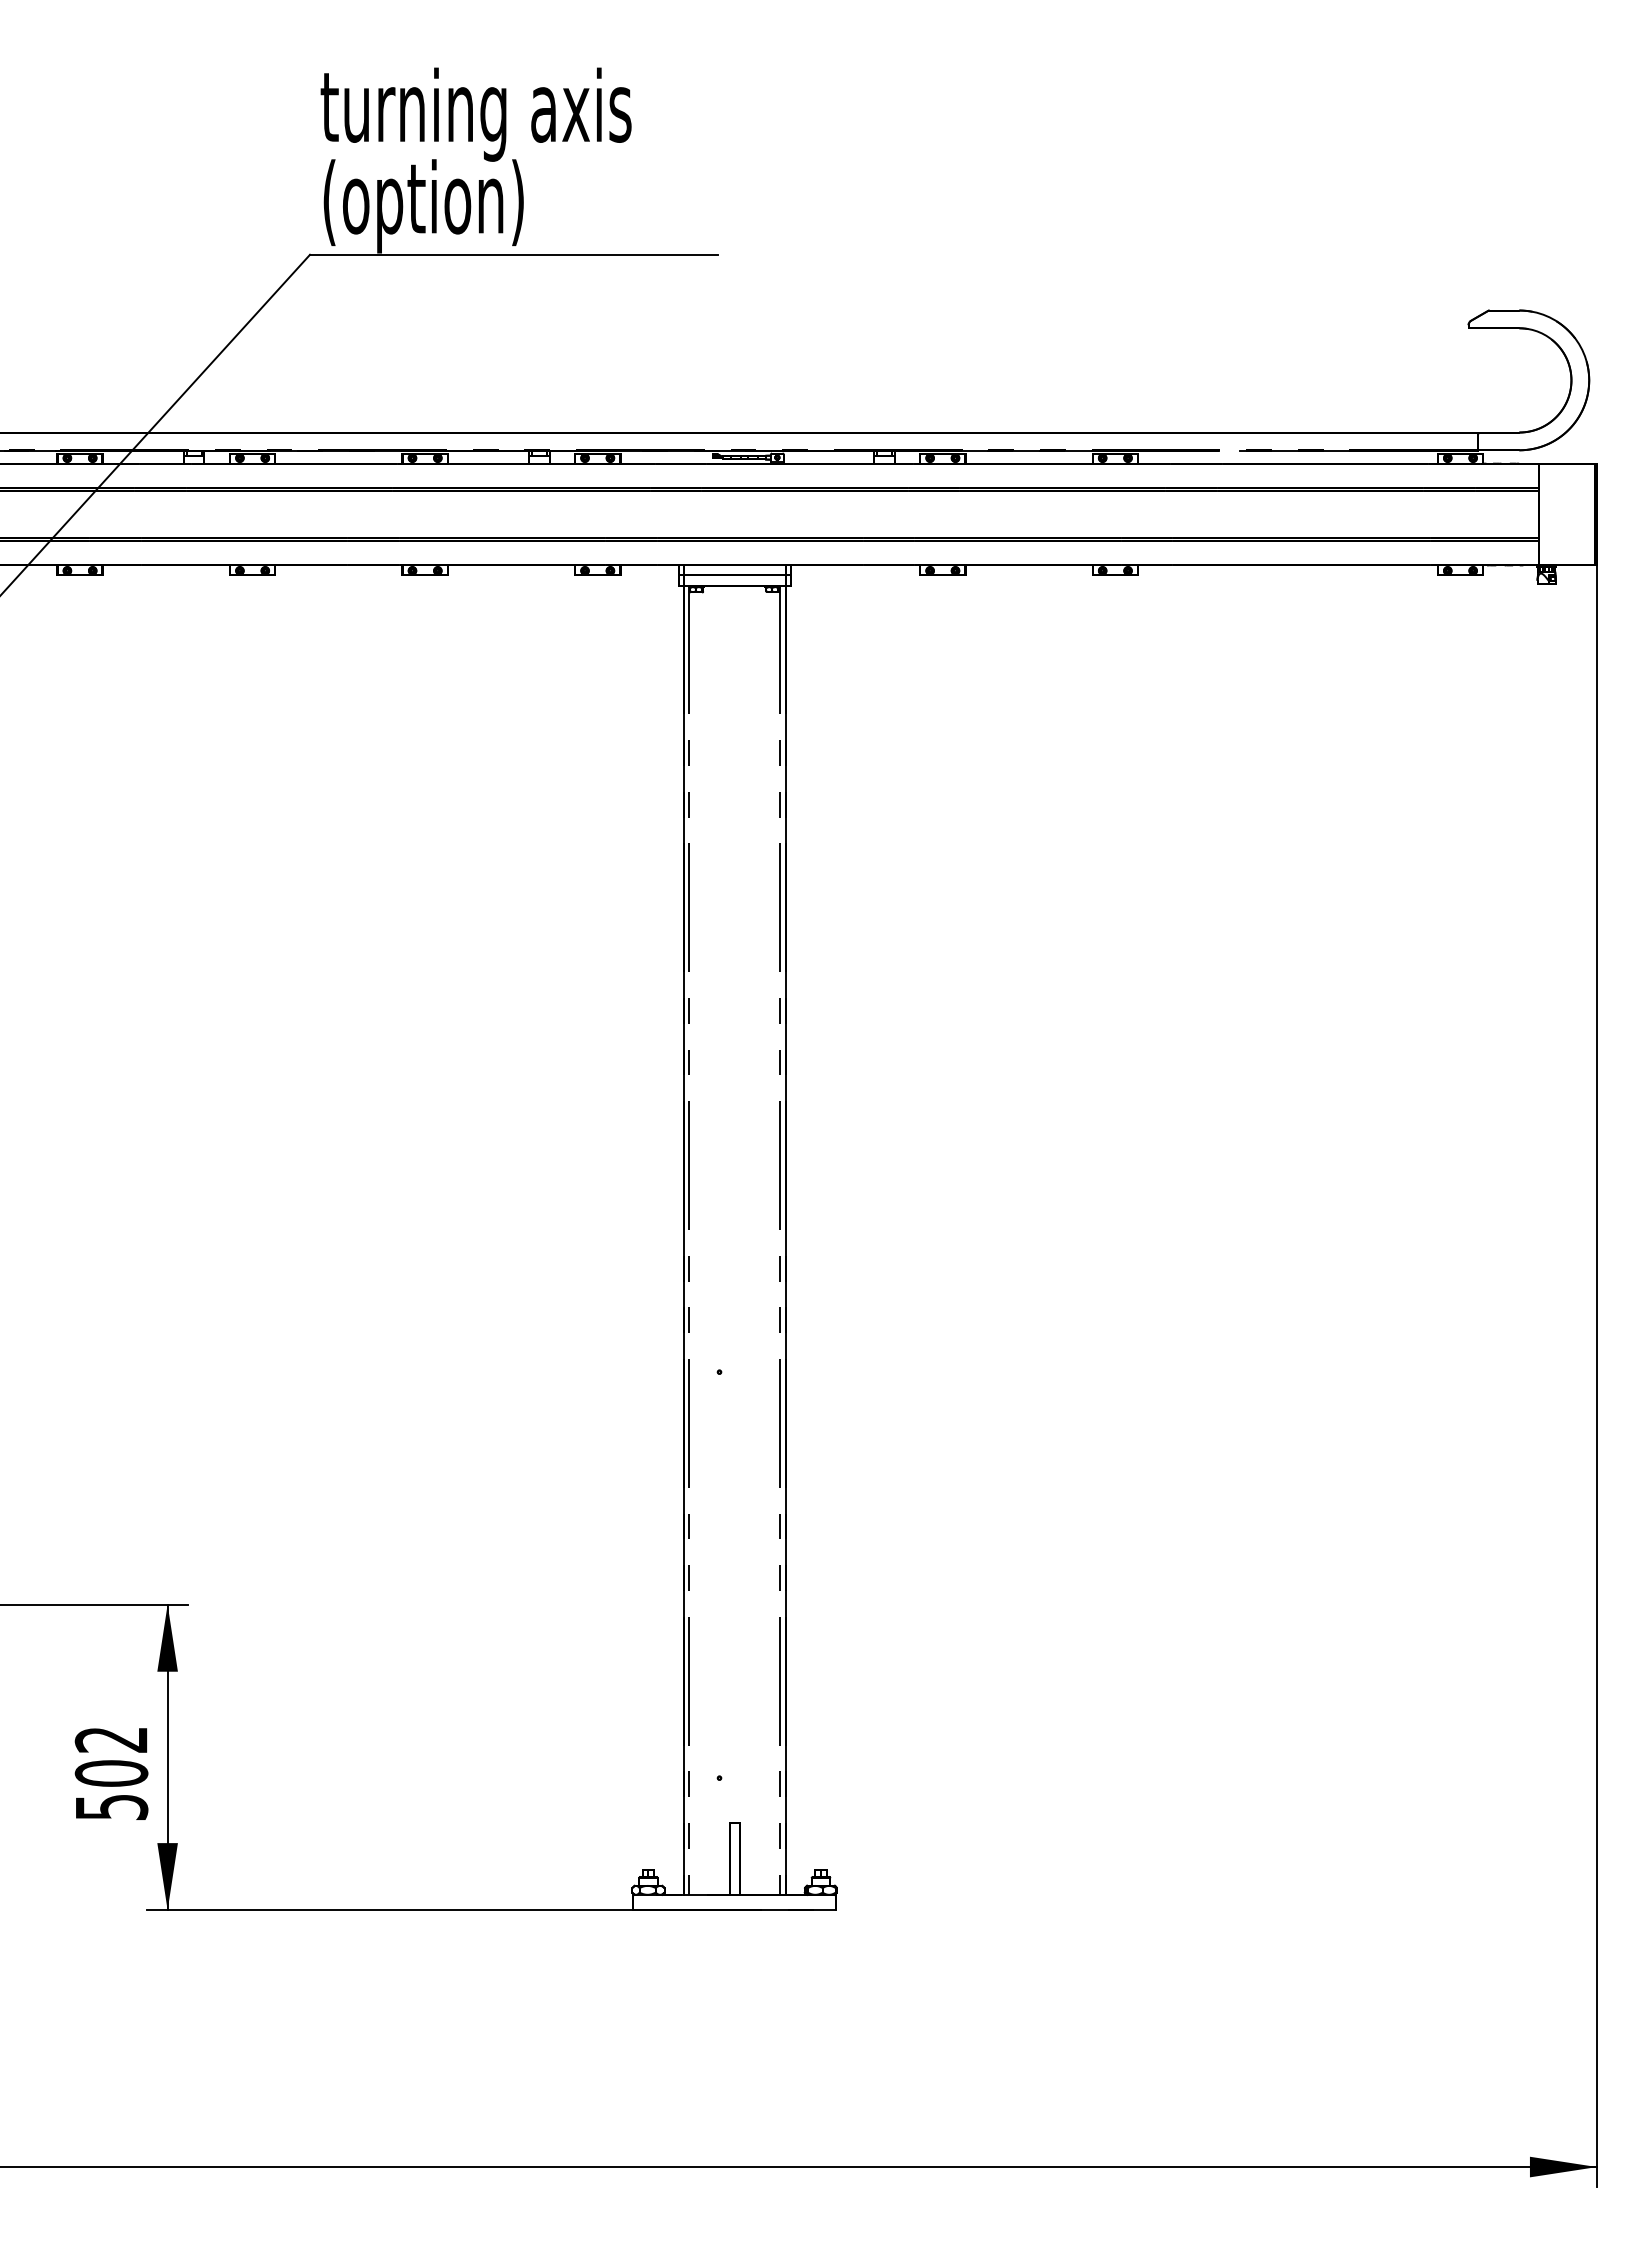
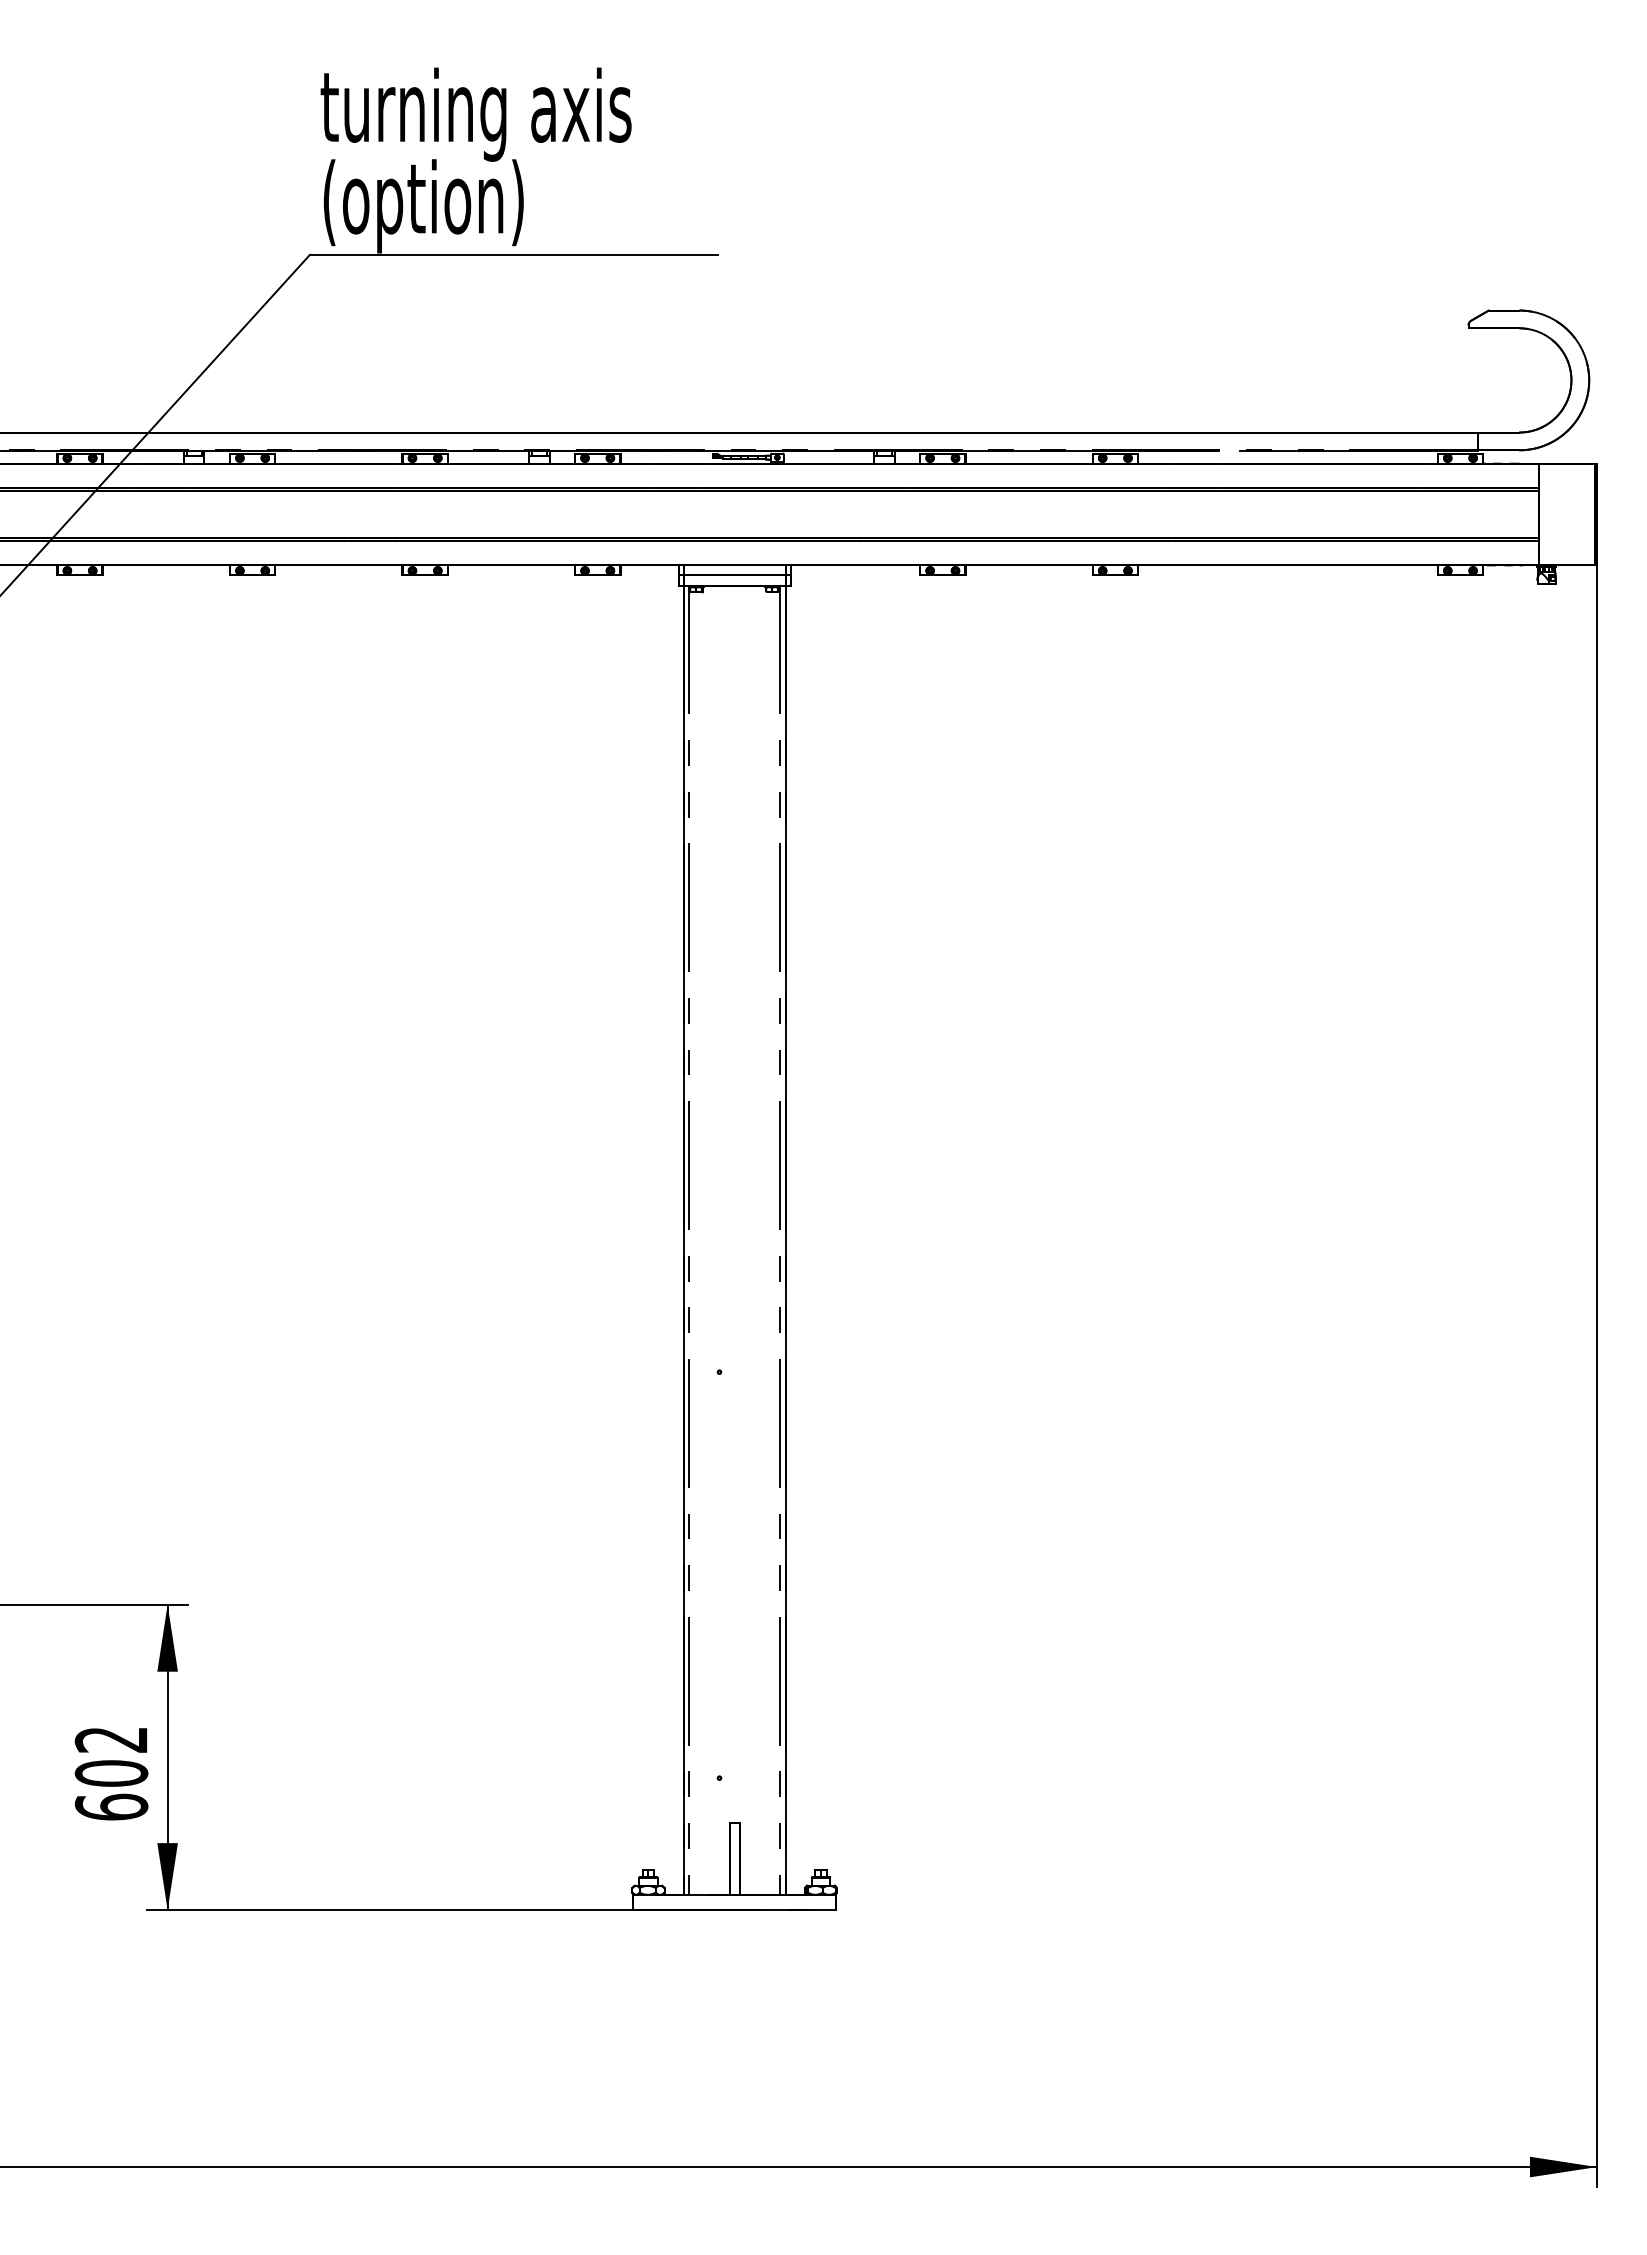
text at (111, 1806): 502 -> 602
